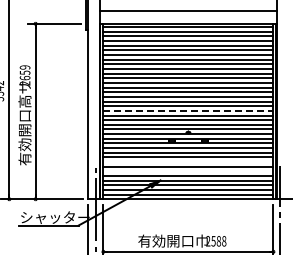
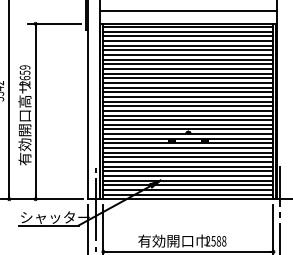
line at (188, 110): dashed -> solid
line at (188, 162): none -> present
line at (188, 171): none -> present
